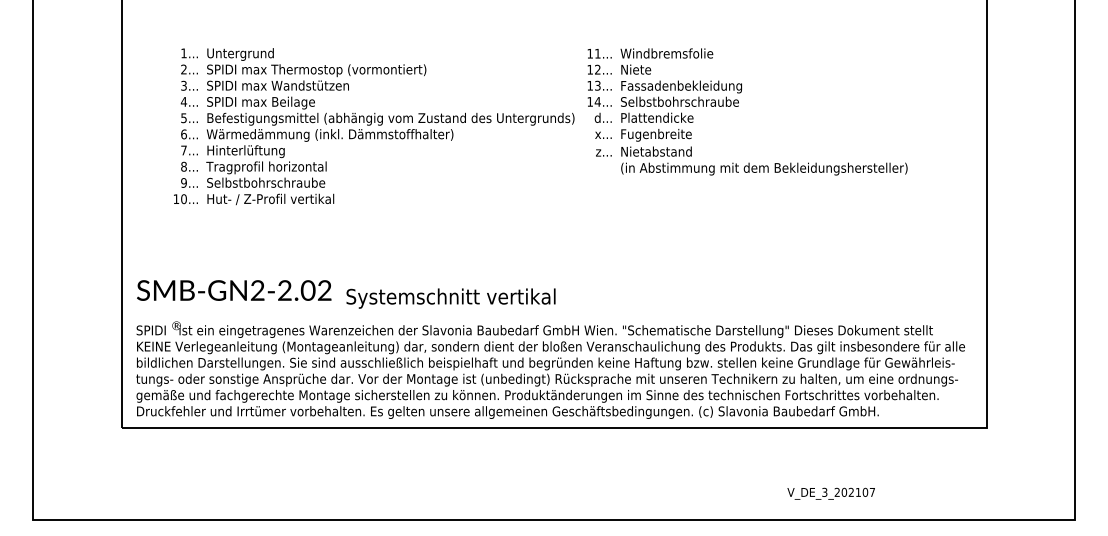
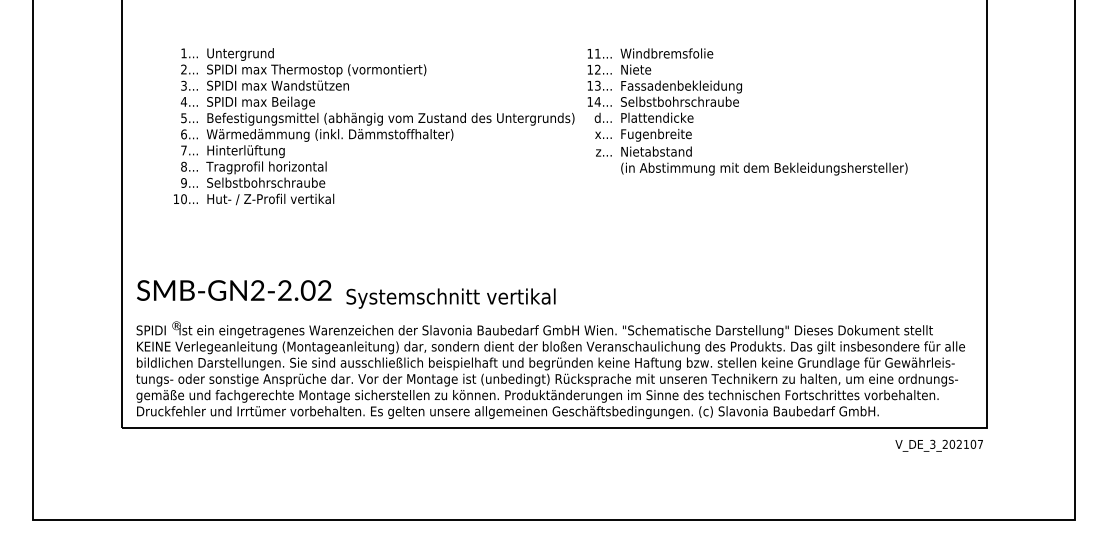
text at (830, 493) position: (830, 493) -> (938, 445)
